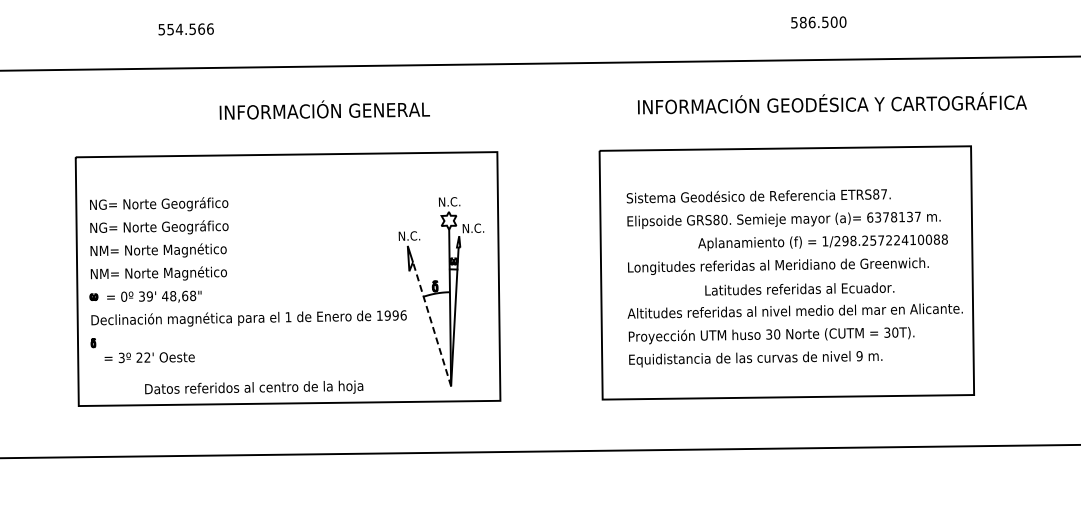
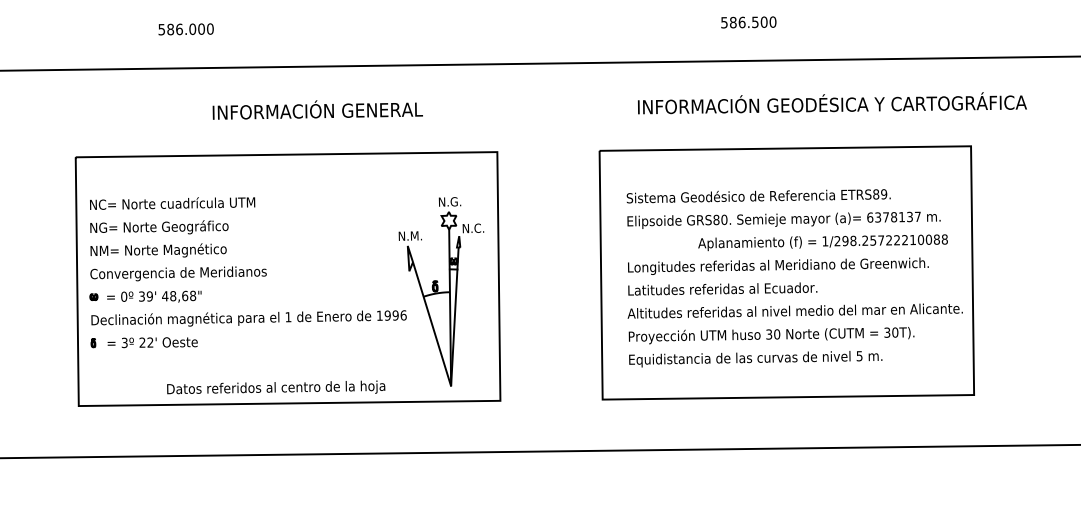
text at (818, 22) position: (818, 22) -> (748, 22)
text at (190, 29): 554.566 -> 586.000
text at (324, 109) position: (324, 109) -> (317, 109)
text at (884, 194): ETRS87. -> ETRS89.
text at (458, 201): N.C. -> N.G.
text at (179, 204): NG= Norte Geográfico -> NC= Norte cuadrícula UTM
text at (415, 235): N.C. -> N.M.
text at (904, 240): 1/298.25722410088 -> 1/298.25722210088
text at (178, 273): NM= Norte Magnético -> Convergencia de Meridianos
text at (799, 288) position: (799, 288) -> (722, 288)
line at (432, 324): dashed -> solid
text at (859, 356): 9 -> 5
text at (149, 357) position: (149, 357) -> (152, 342)
text at (254, 387) position: (254, 387) -> (276, 387)
